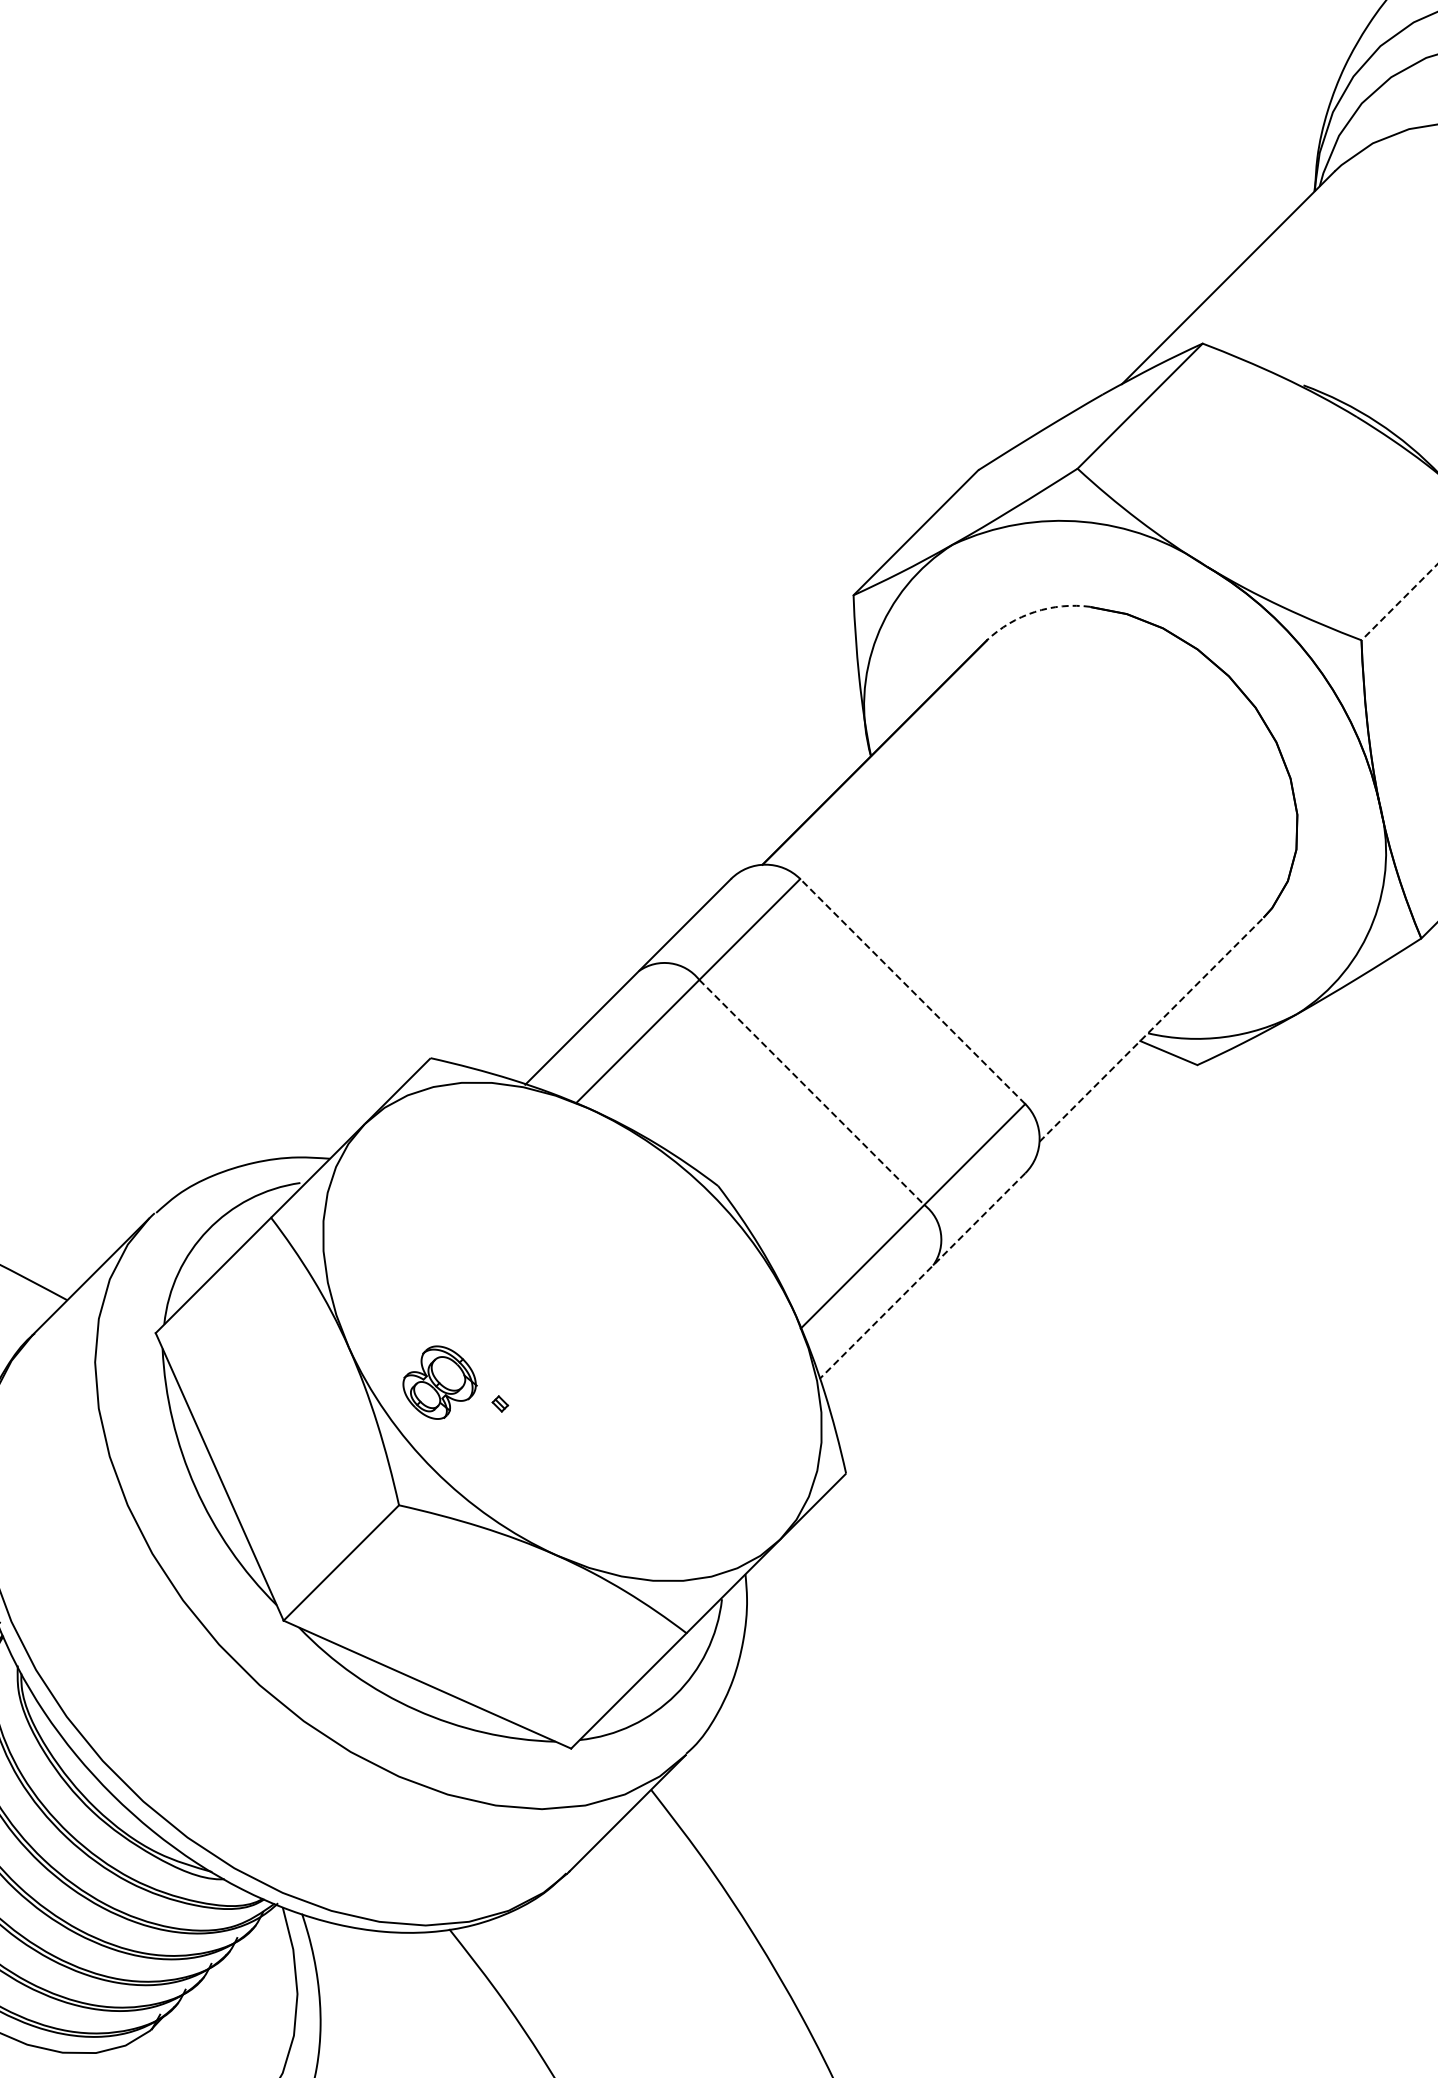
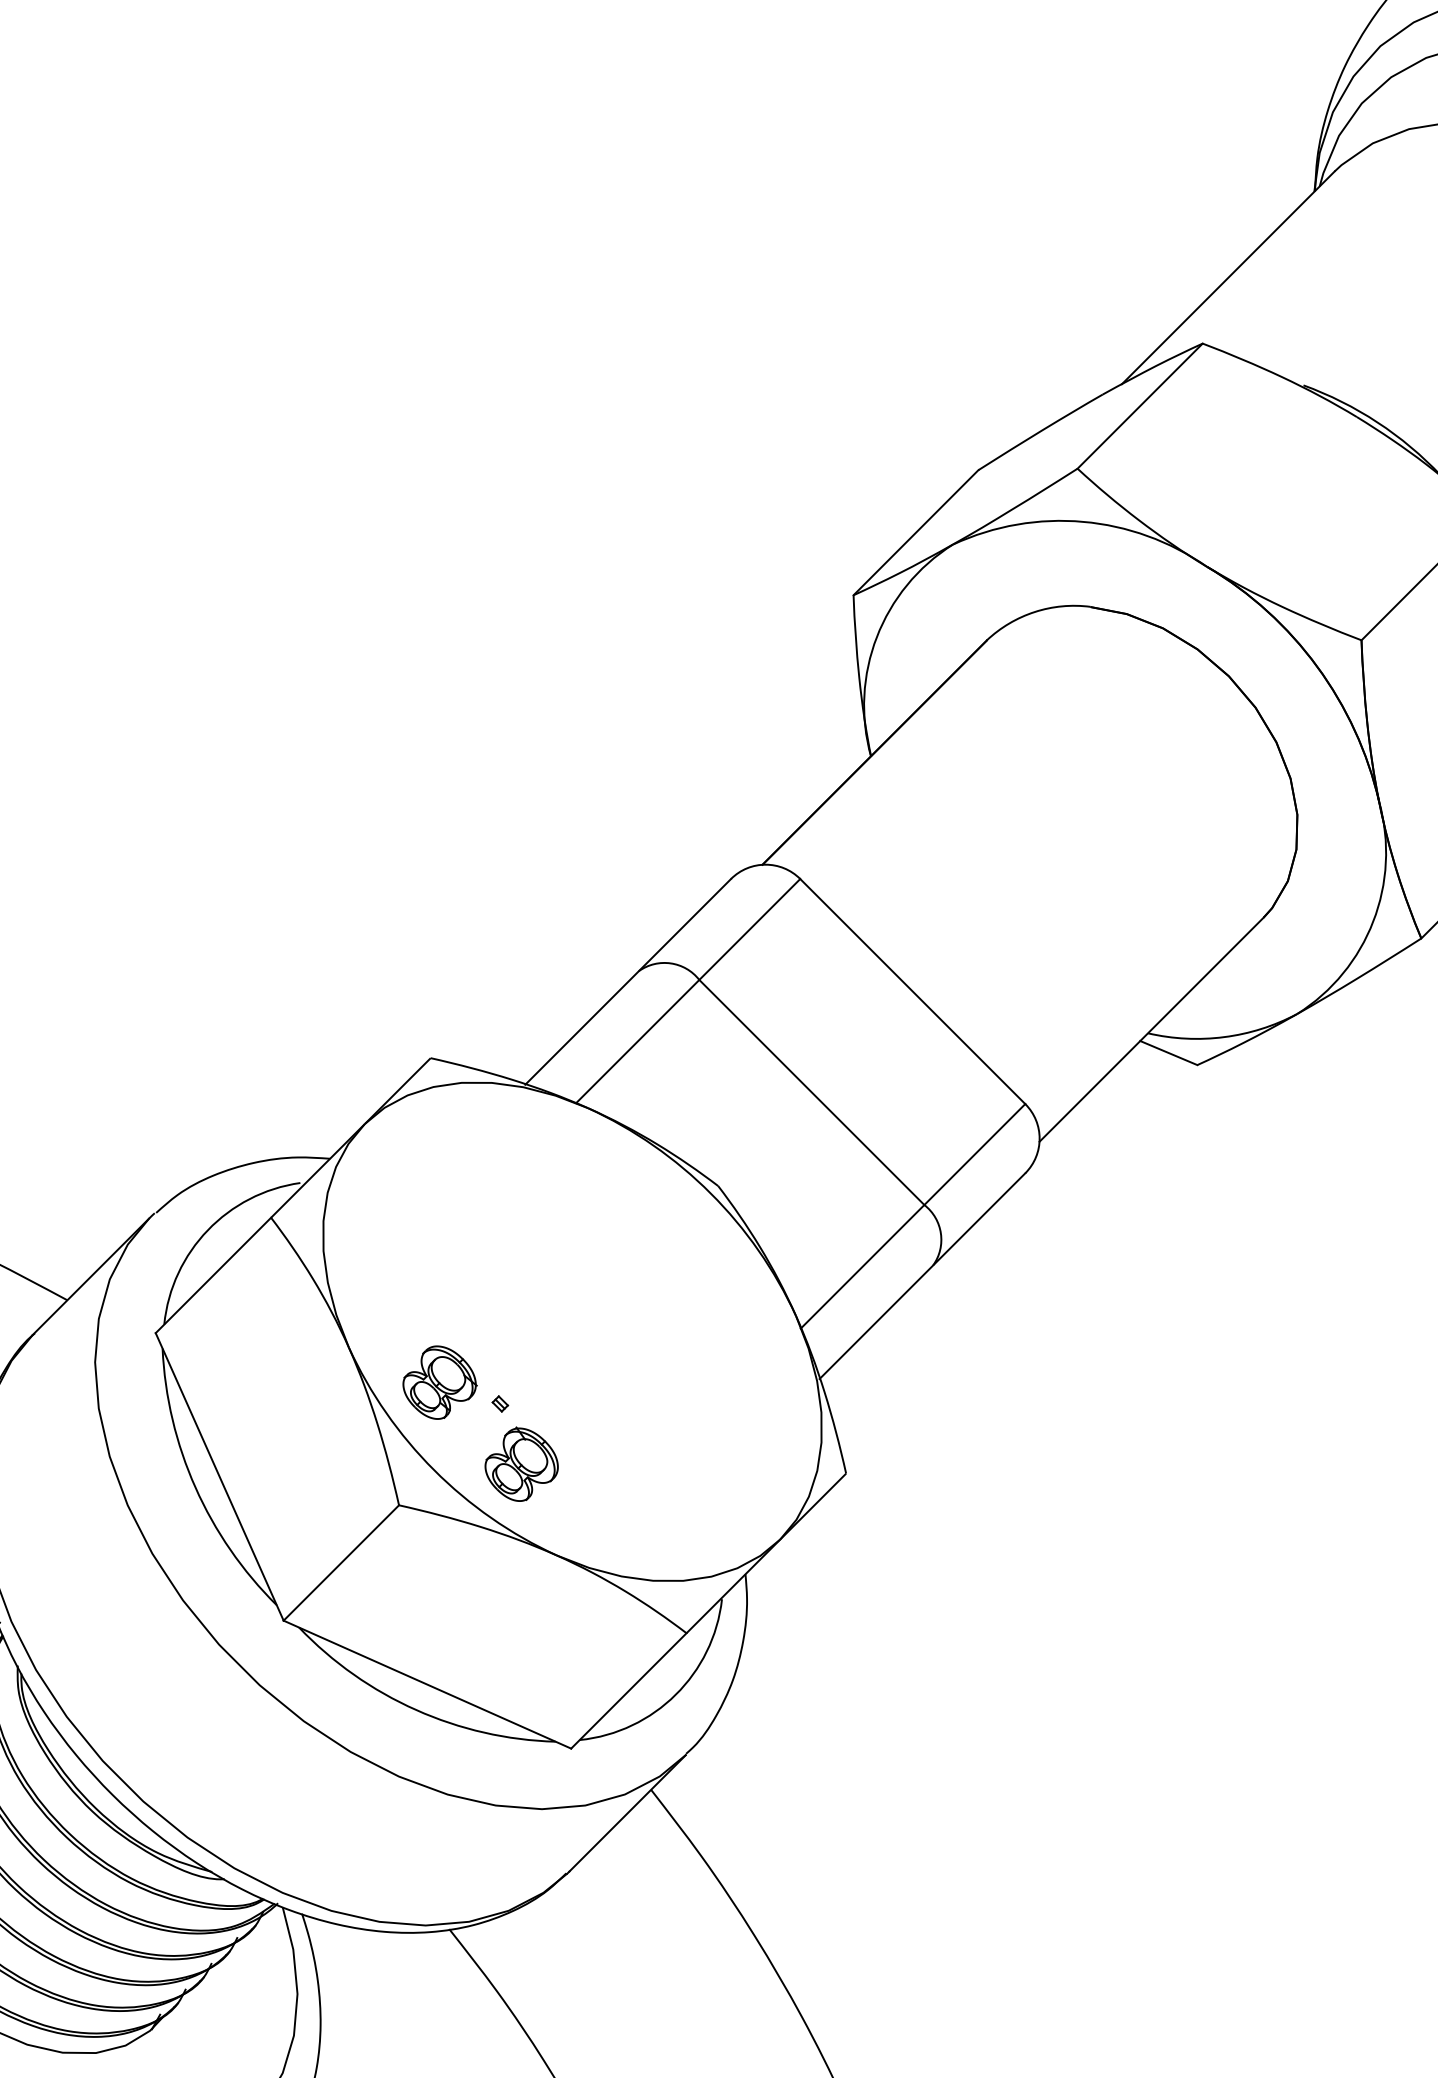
line at (1399, 602): dashed -> solid
arc at (1034, 612): dashed -> solid
line at (912, 991): dashed -> solid
line at (1151, 1029): dashed -> solid
line at (812, 1092): dashed -> solid
line at (922, 1276): dashed -> solid
part at (521, 1463): none -> present
